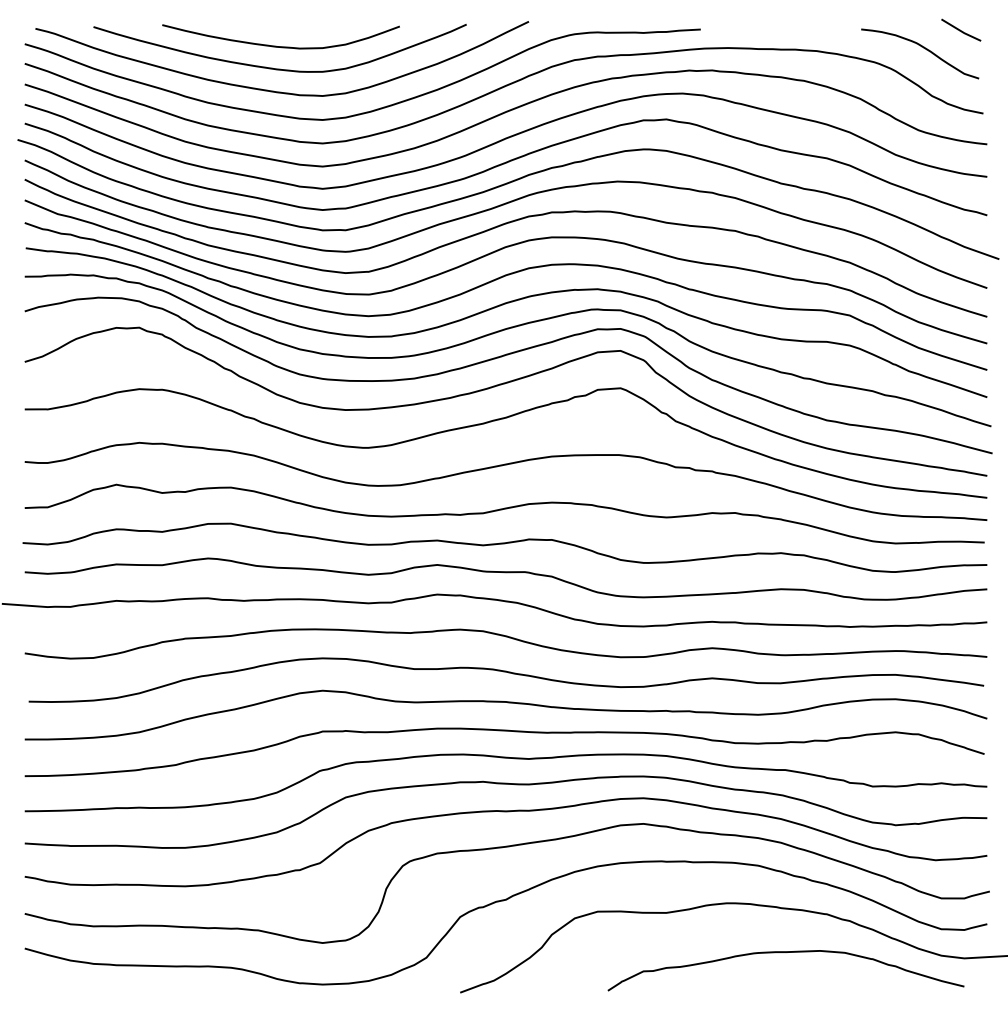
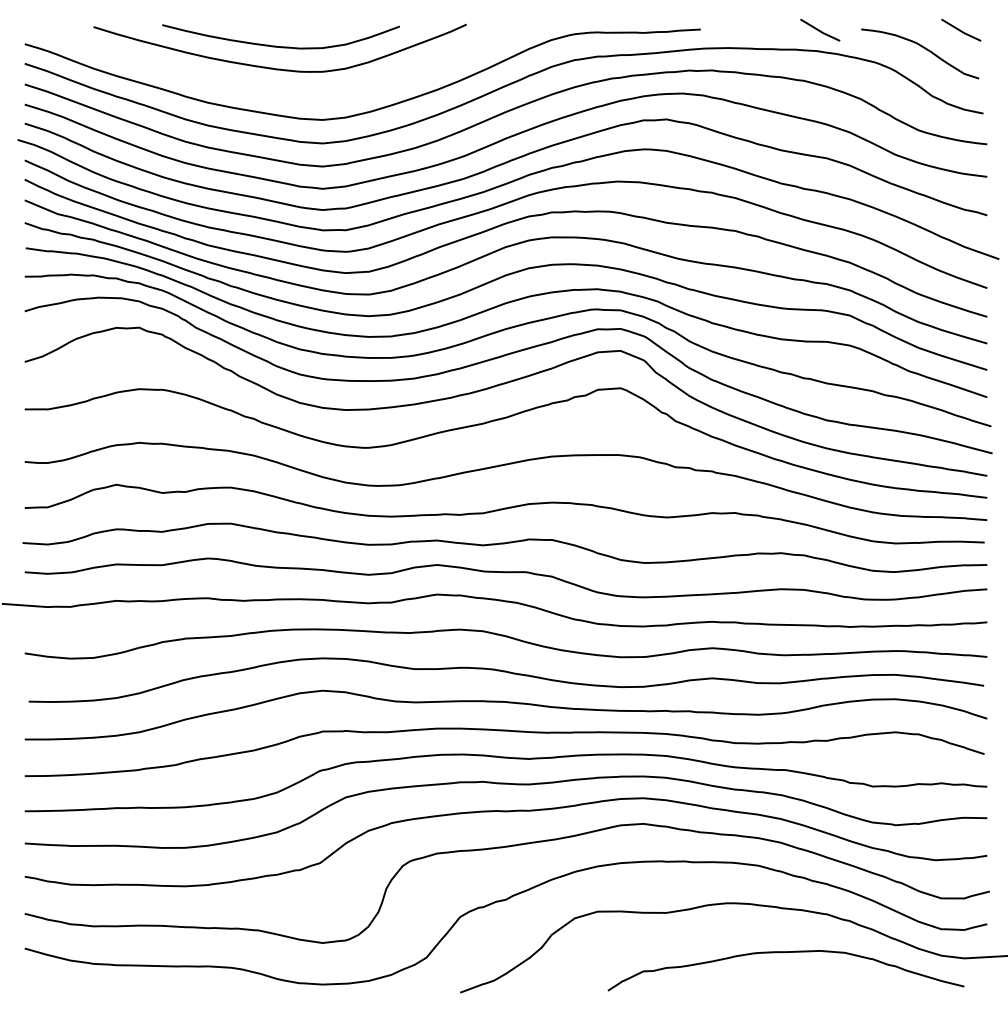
line at (819, 29): none -> present
curve at (281, 91): present -> none
